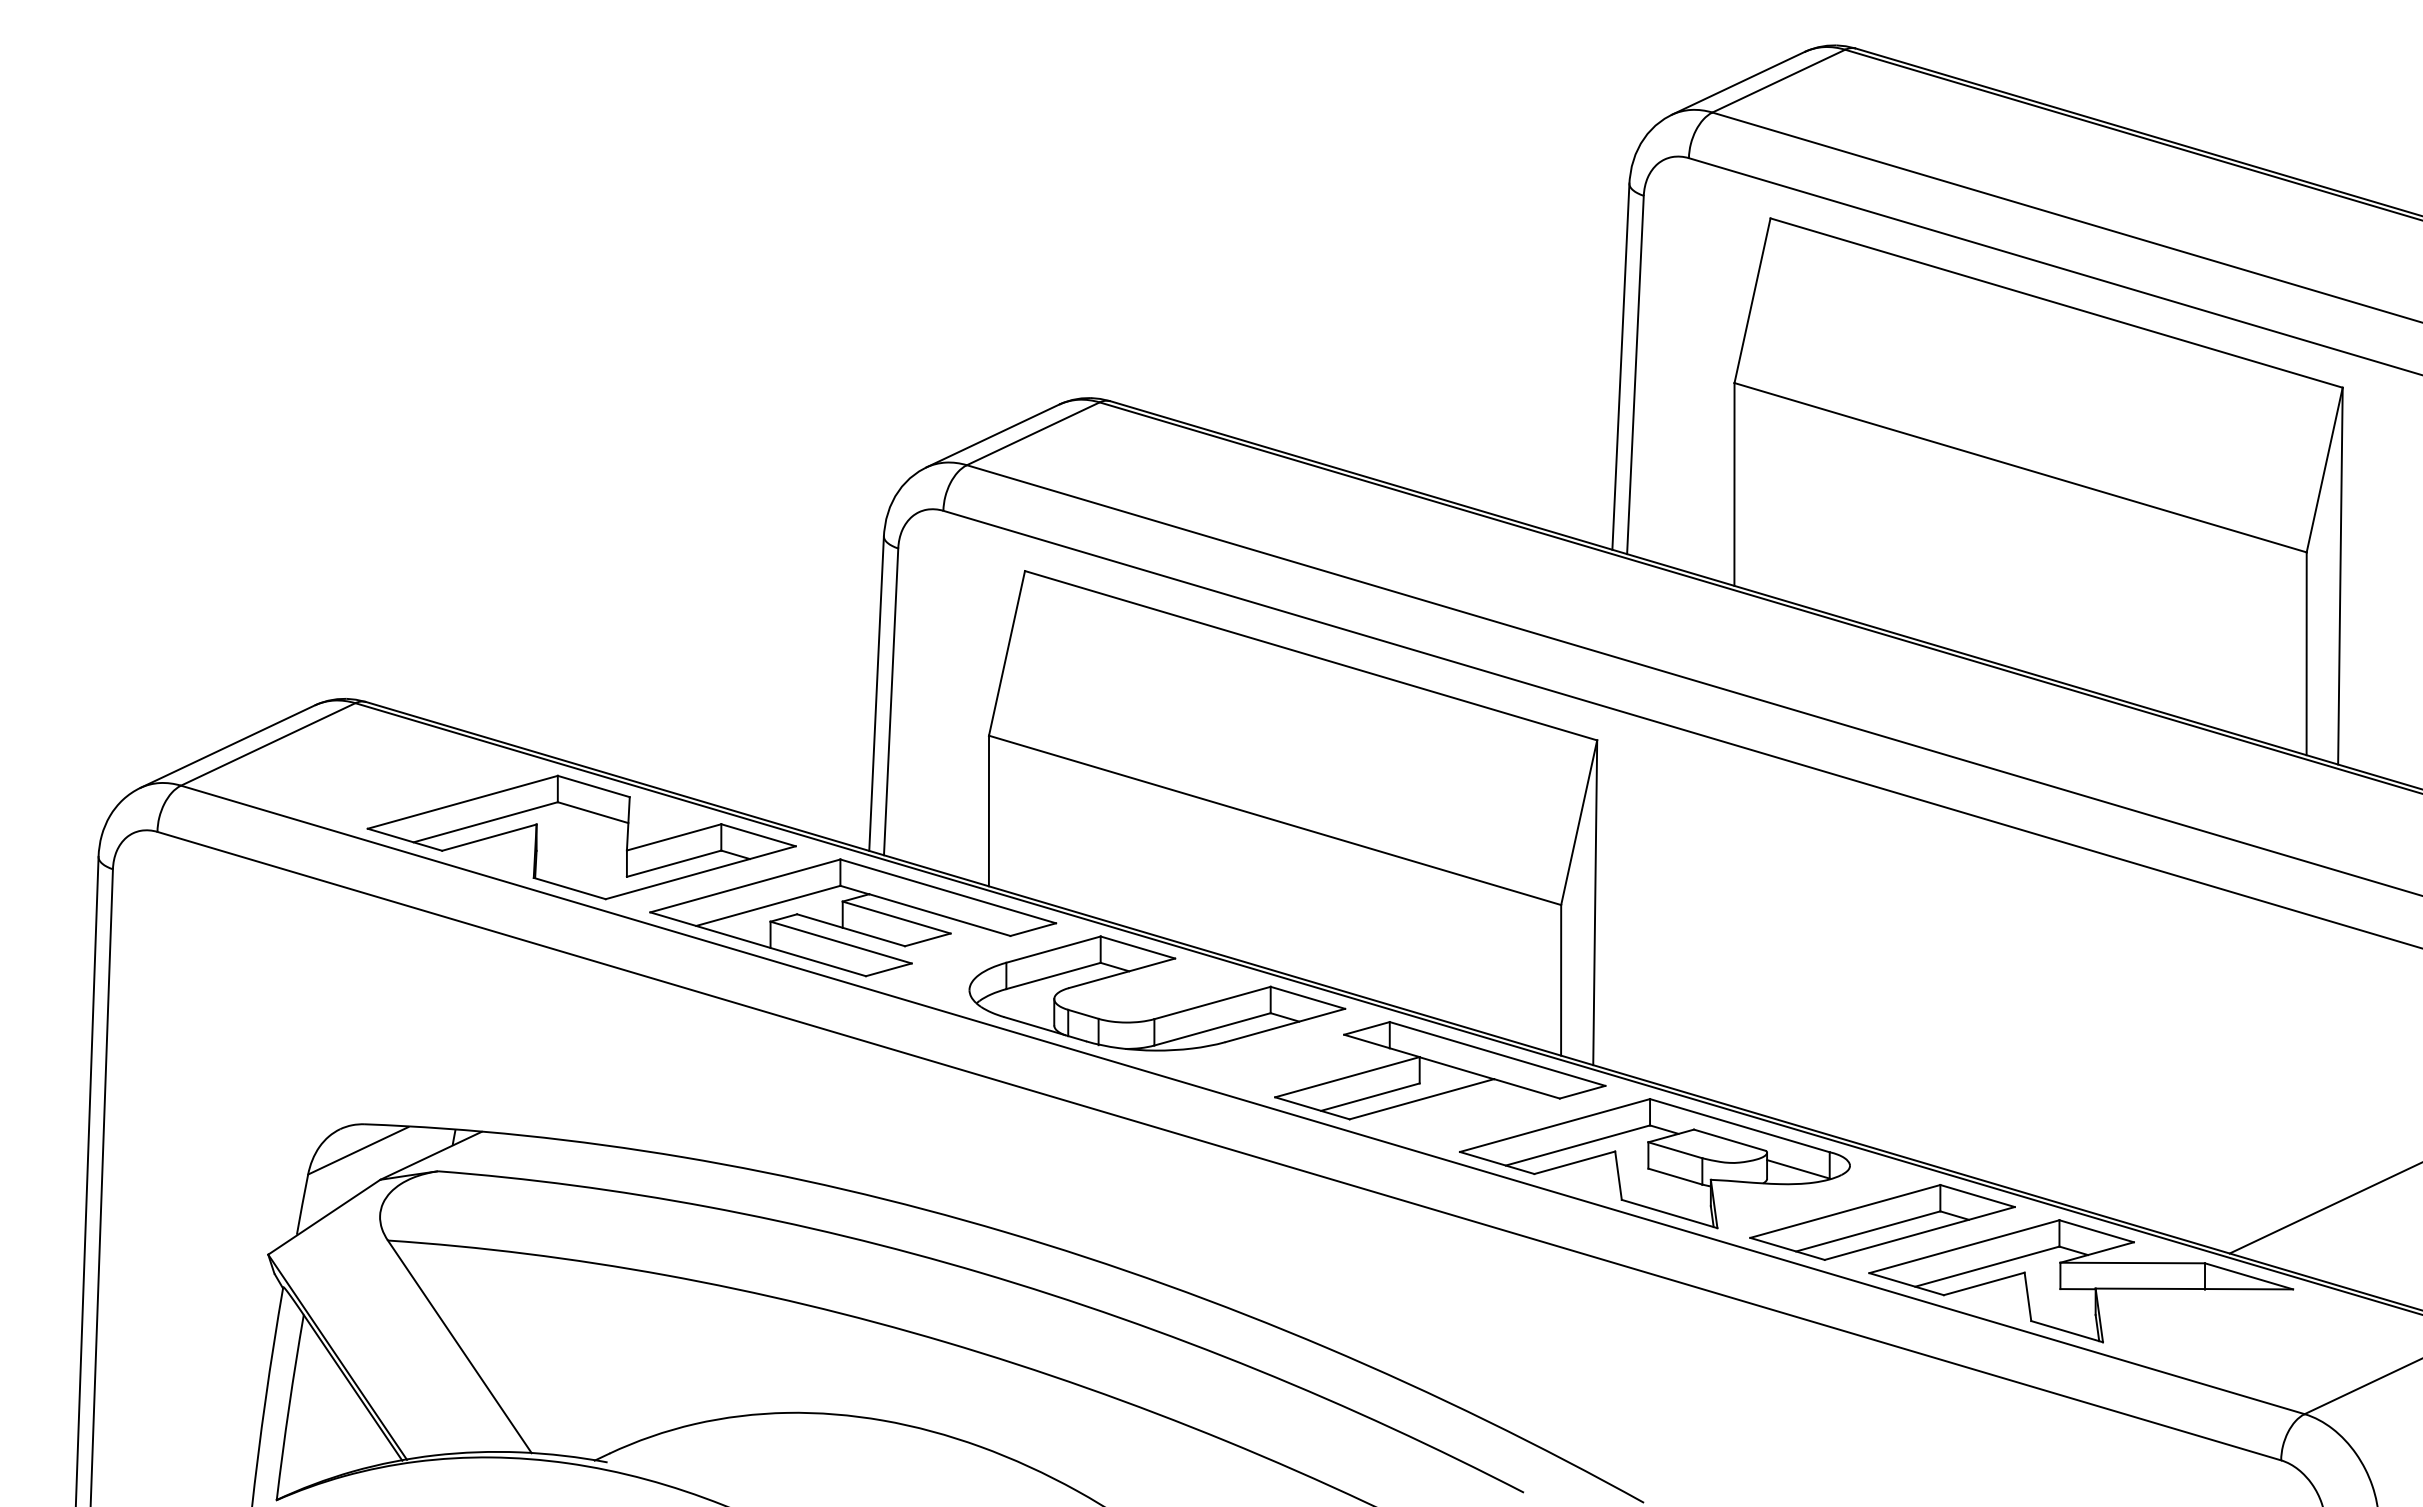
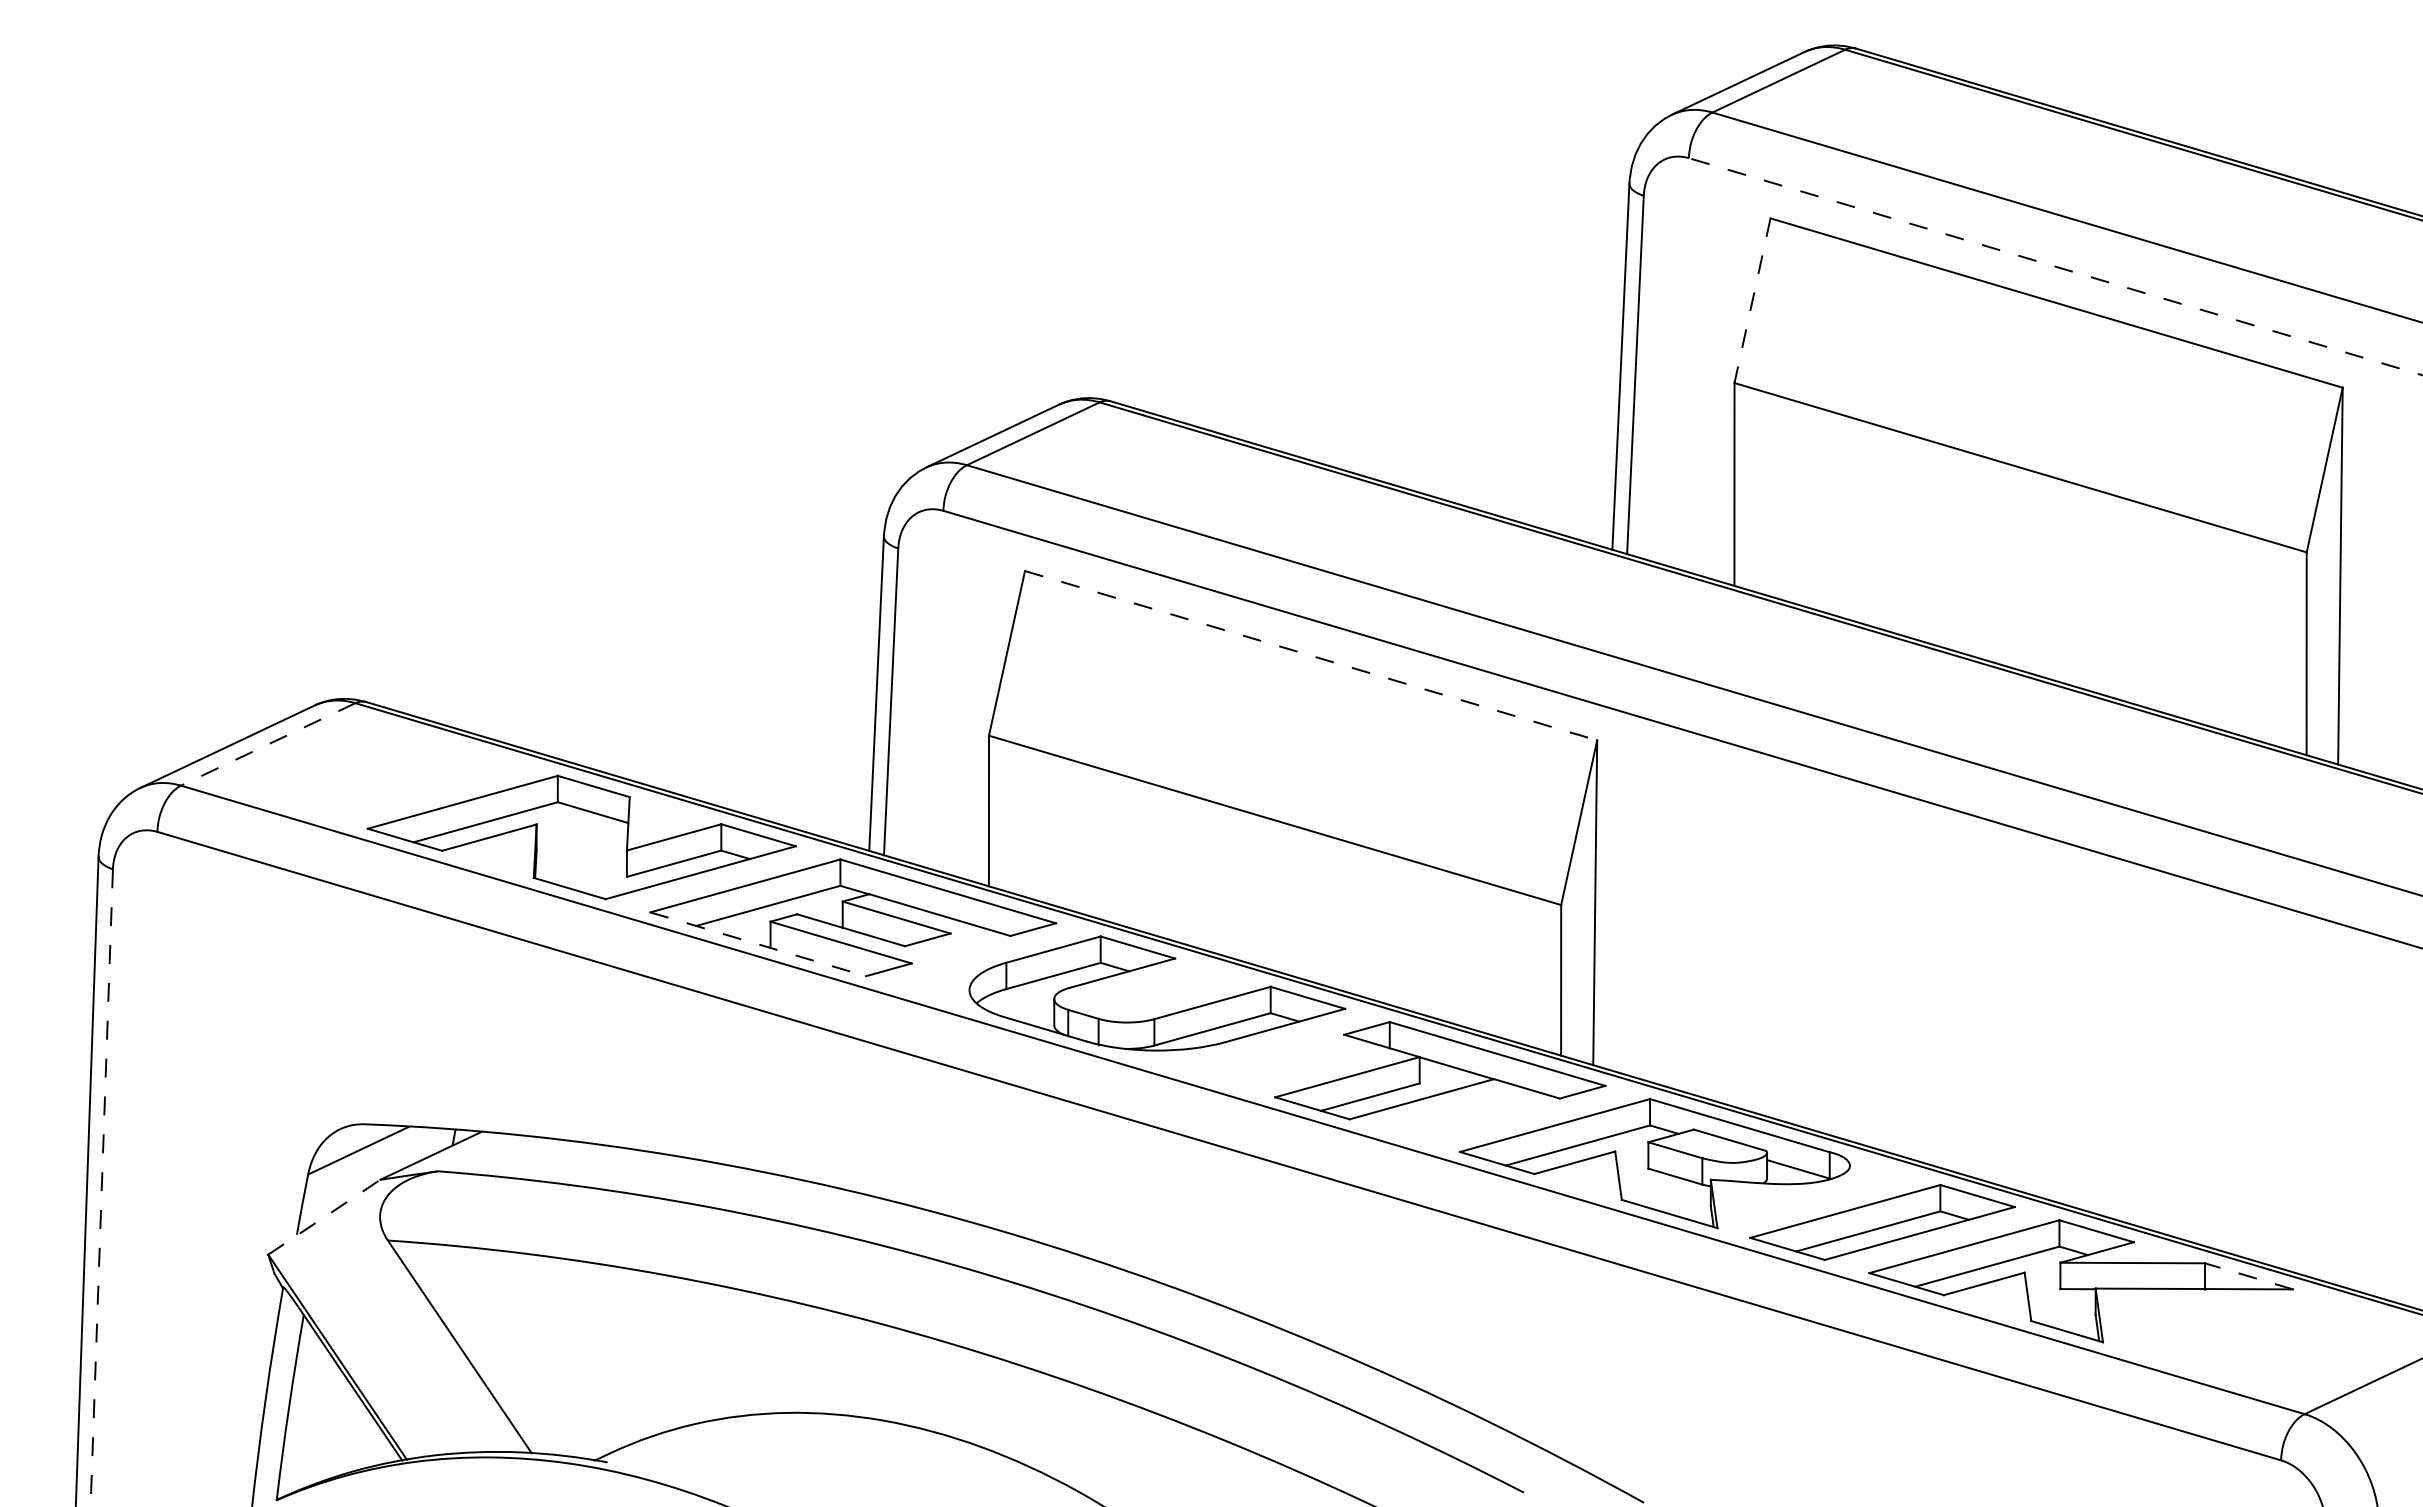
line at (2055, 266): solid -> dashed
line at (1752, 301): solid -> dashed
line at (1311, 655): solid -> dashed
line at (267, 744): solid -> dashed
line at (758, 944): solid -> dashed
line at (101, 1187): solid -> dashed
line at (2324, 1208): present -> none
line at (324, 1216): solid -> dashed
line at (2249, 1276): solid -> dashed
